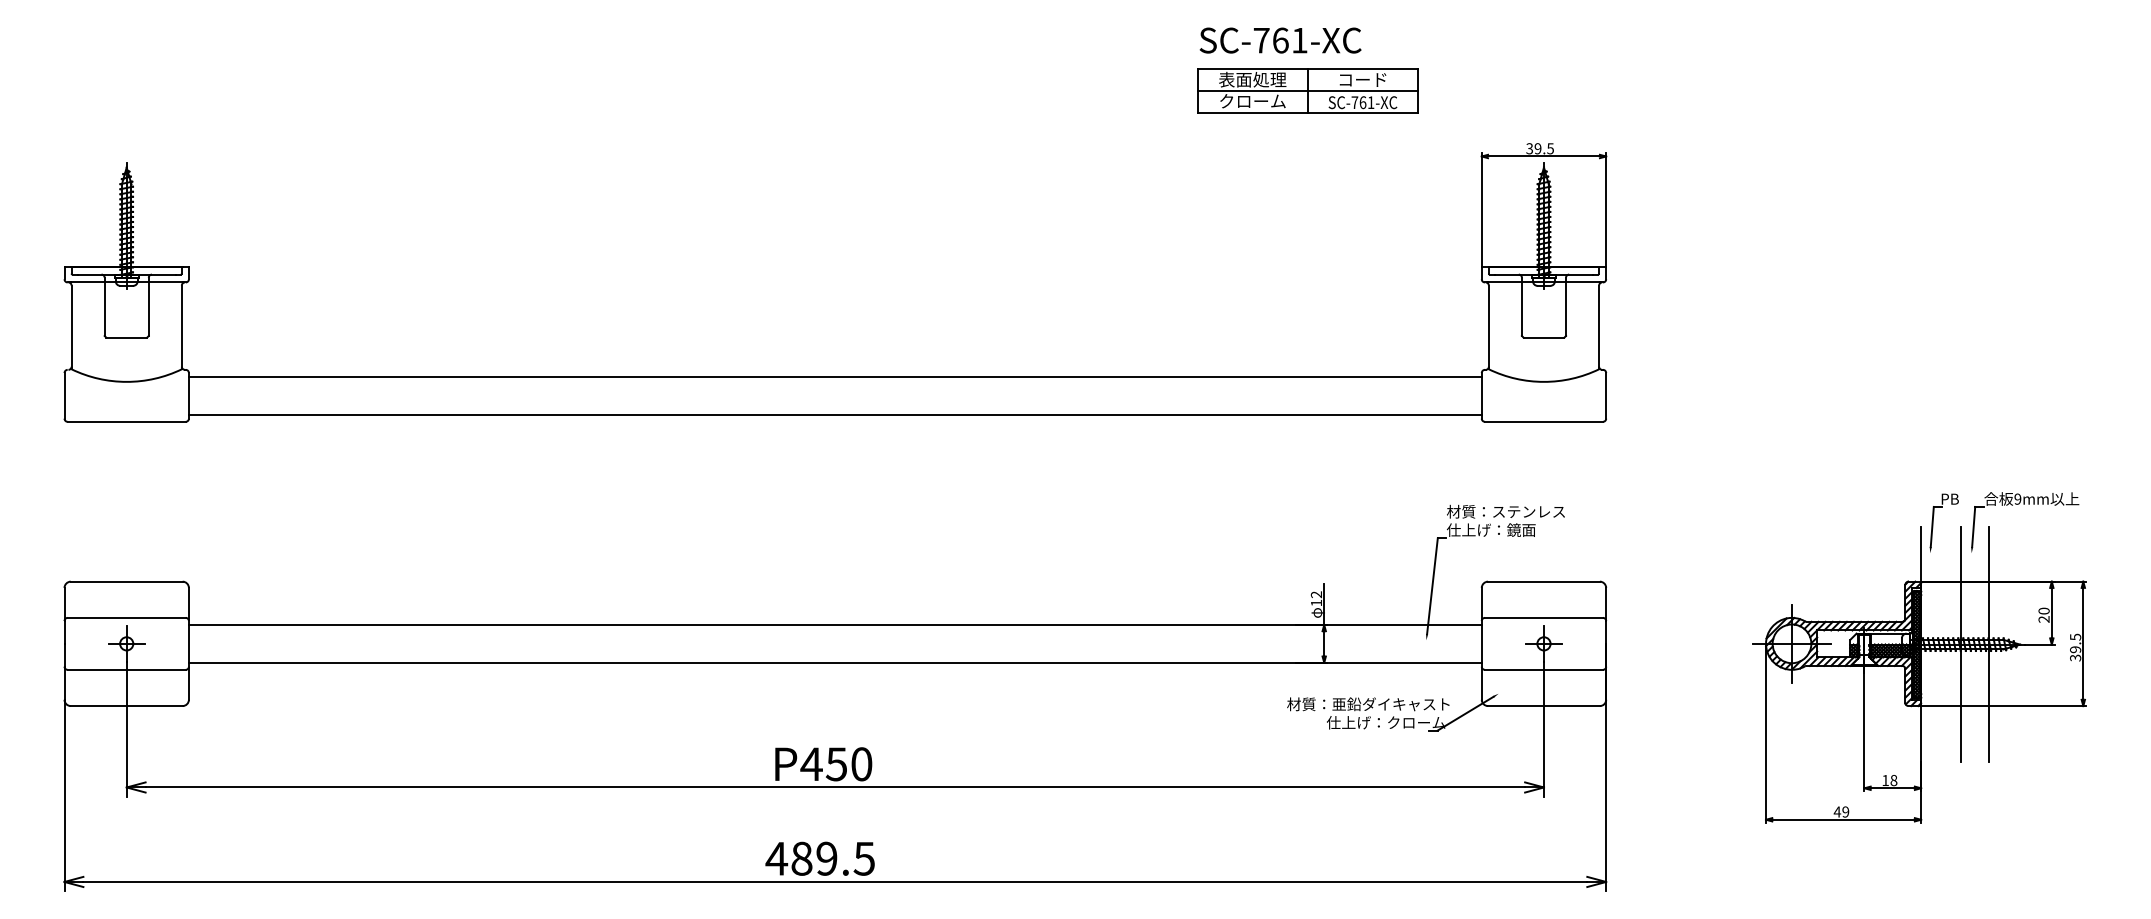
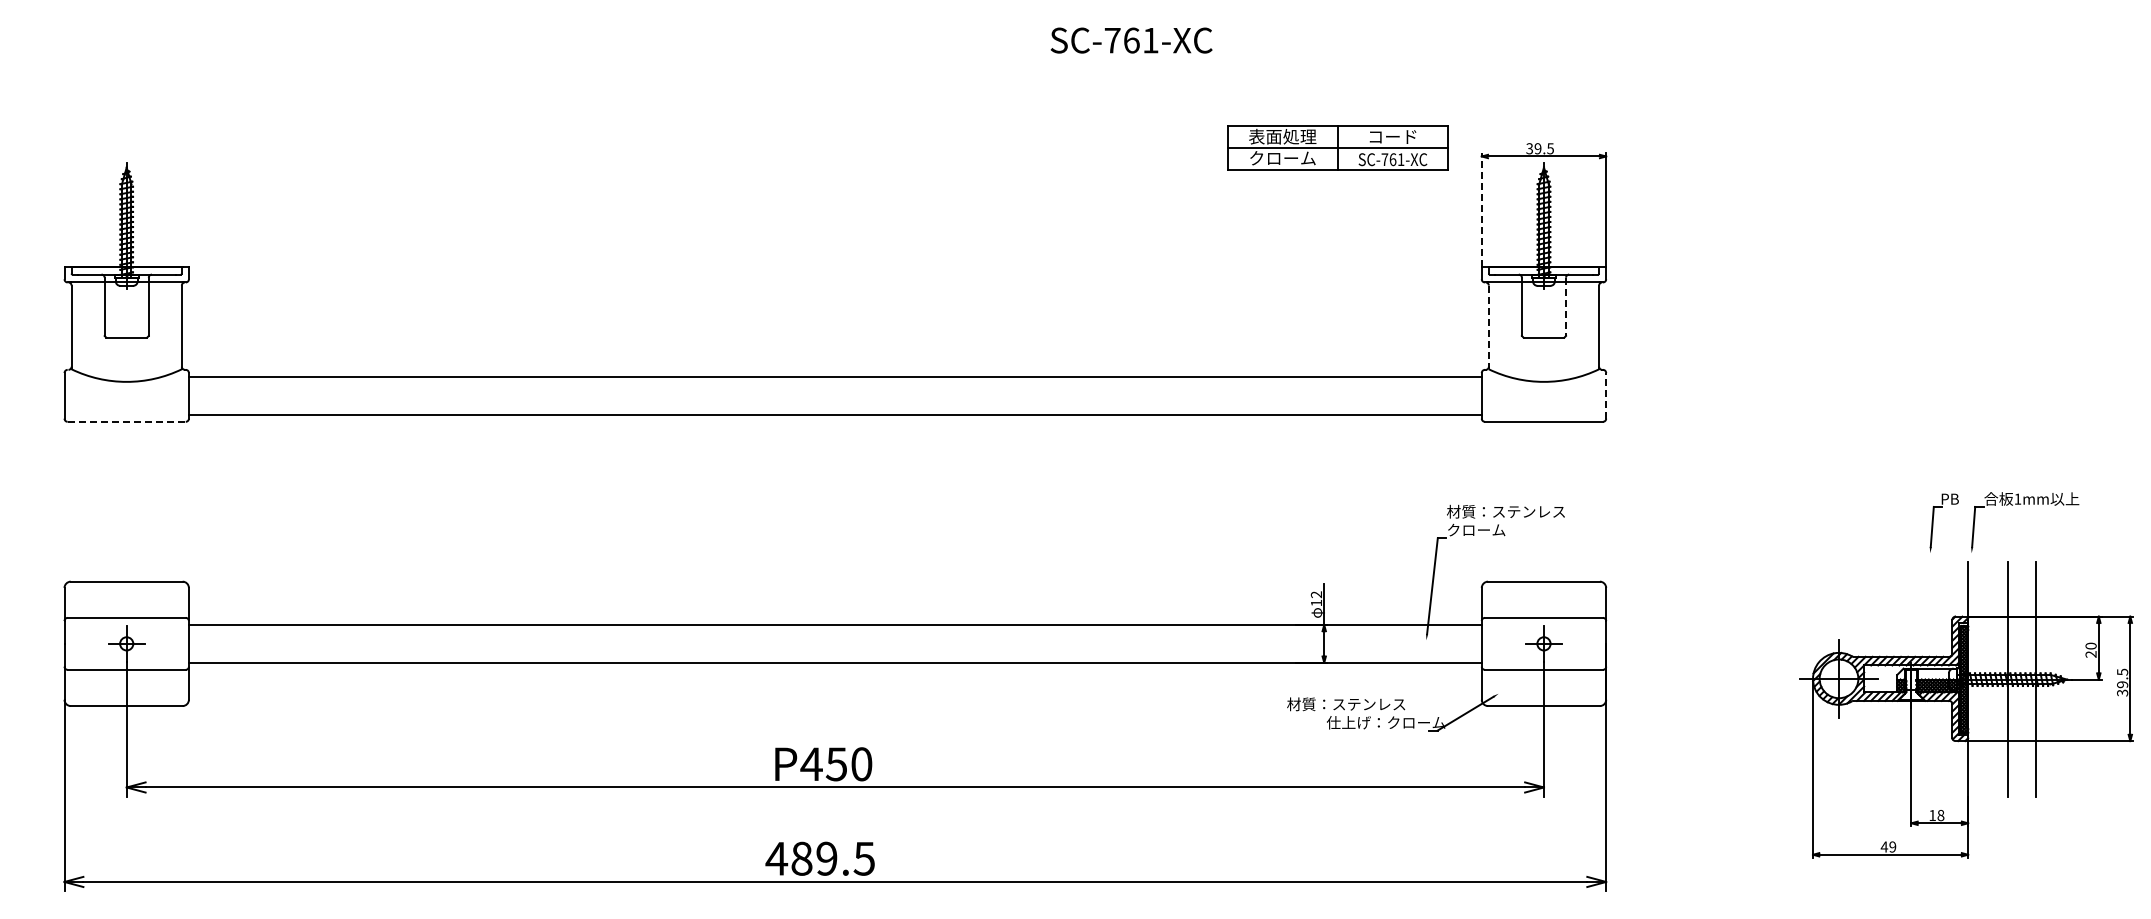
text at (1280, 40) position: (1280, 40) -> (1131, 40)
part at (1307, 90) position: (1307, 90) -> (1337, 147)
line at (1481, 210): solid -> dashed
line at (1566, 307): solid -> dashed
line at (1488, 327): solid -> dashed
line at (1606, 395): solid -> dashed
line at (127, 421): solid -> dashed
text at (2017, 498): 9mm -> 1mm
text at (1490, 529): 仕上げ：鏡面 -> クローム
part at (1919, 674) position: (1919, 674) -> (1966, 709)
text at (1390, 704): 材質：亜鉛ダイキャスト -> 材質：ステンレス
